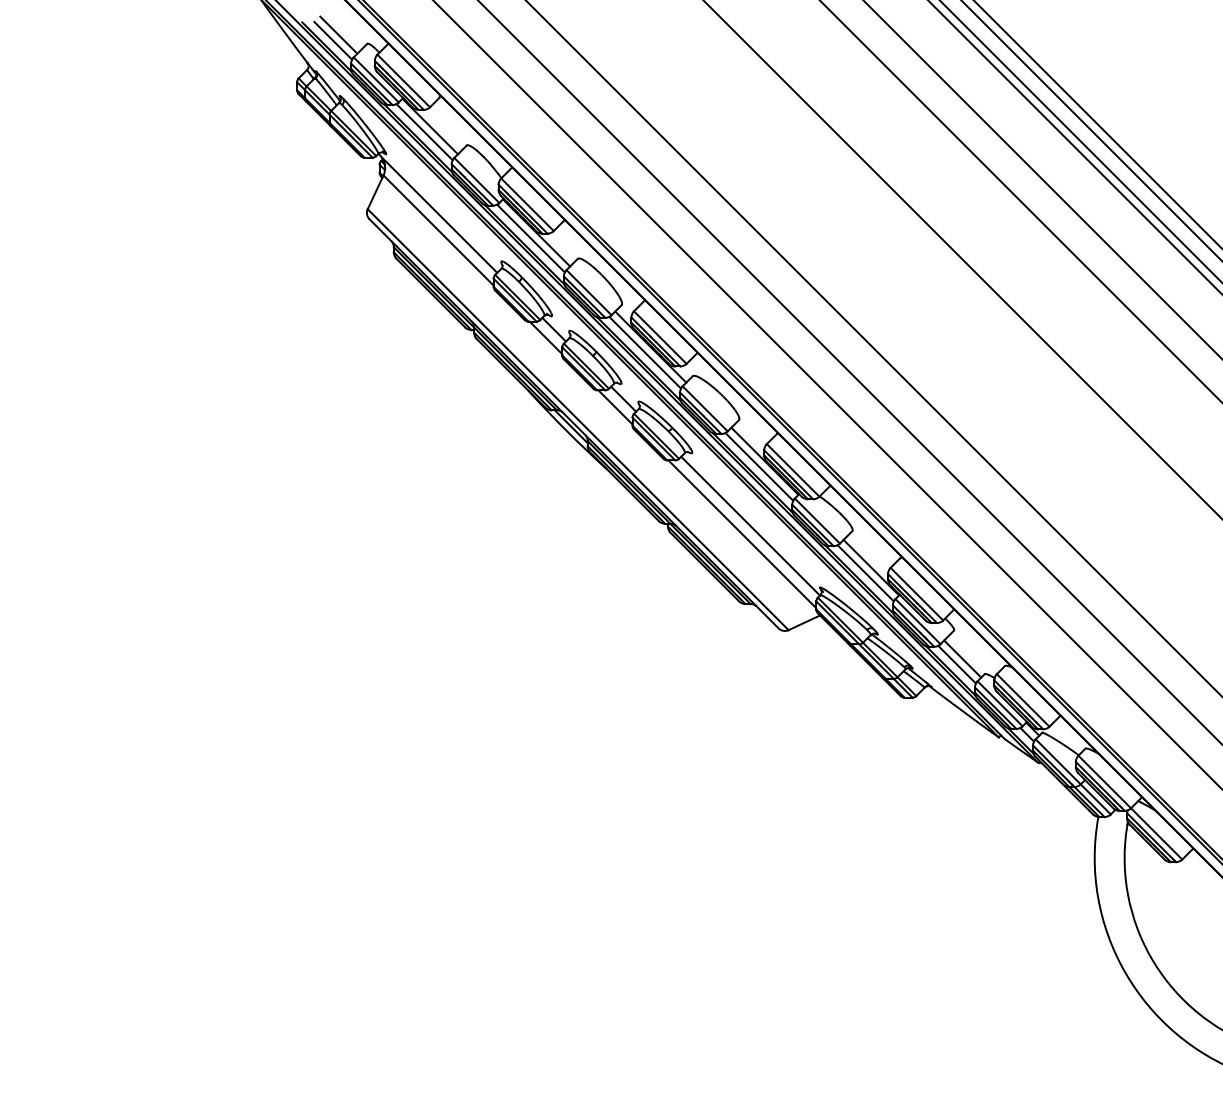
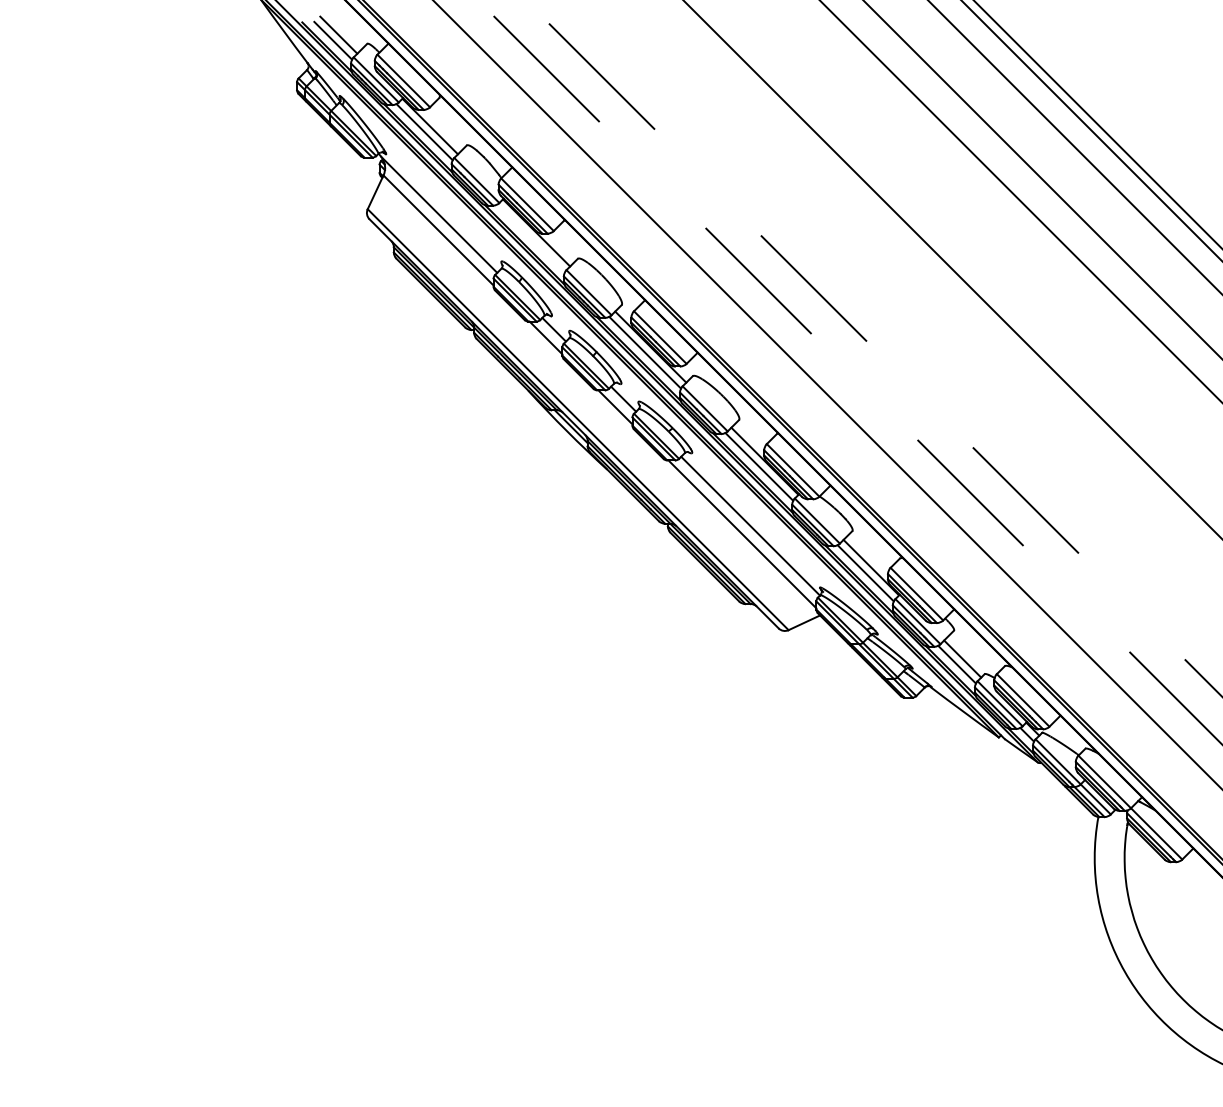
line at (1080, 141): present -> none
line at (530, 238): present -> none
line at (962, 259) position: (962, 259) -> (952, 269)
line at (874, 349): solid -> dashed
line at (850, 372): solid -> dashed
